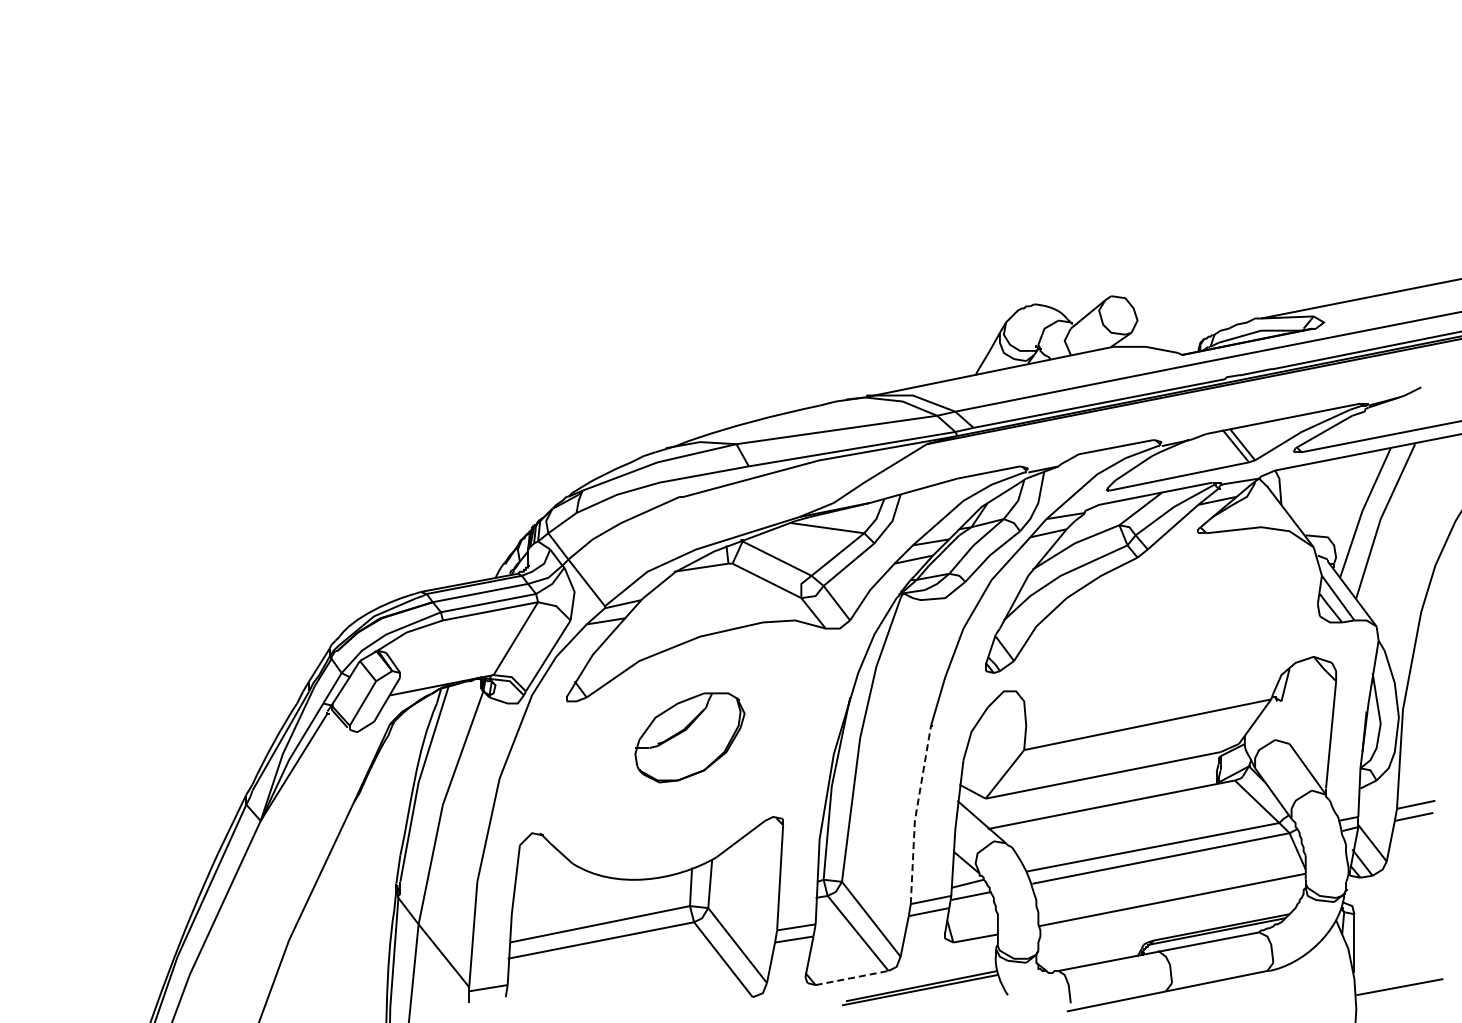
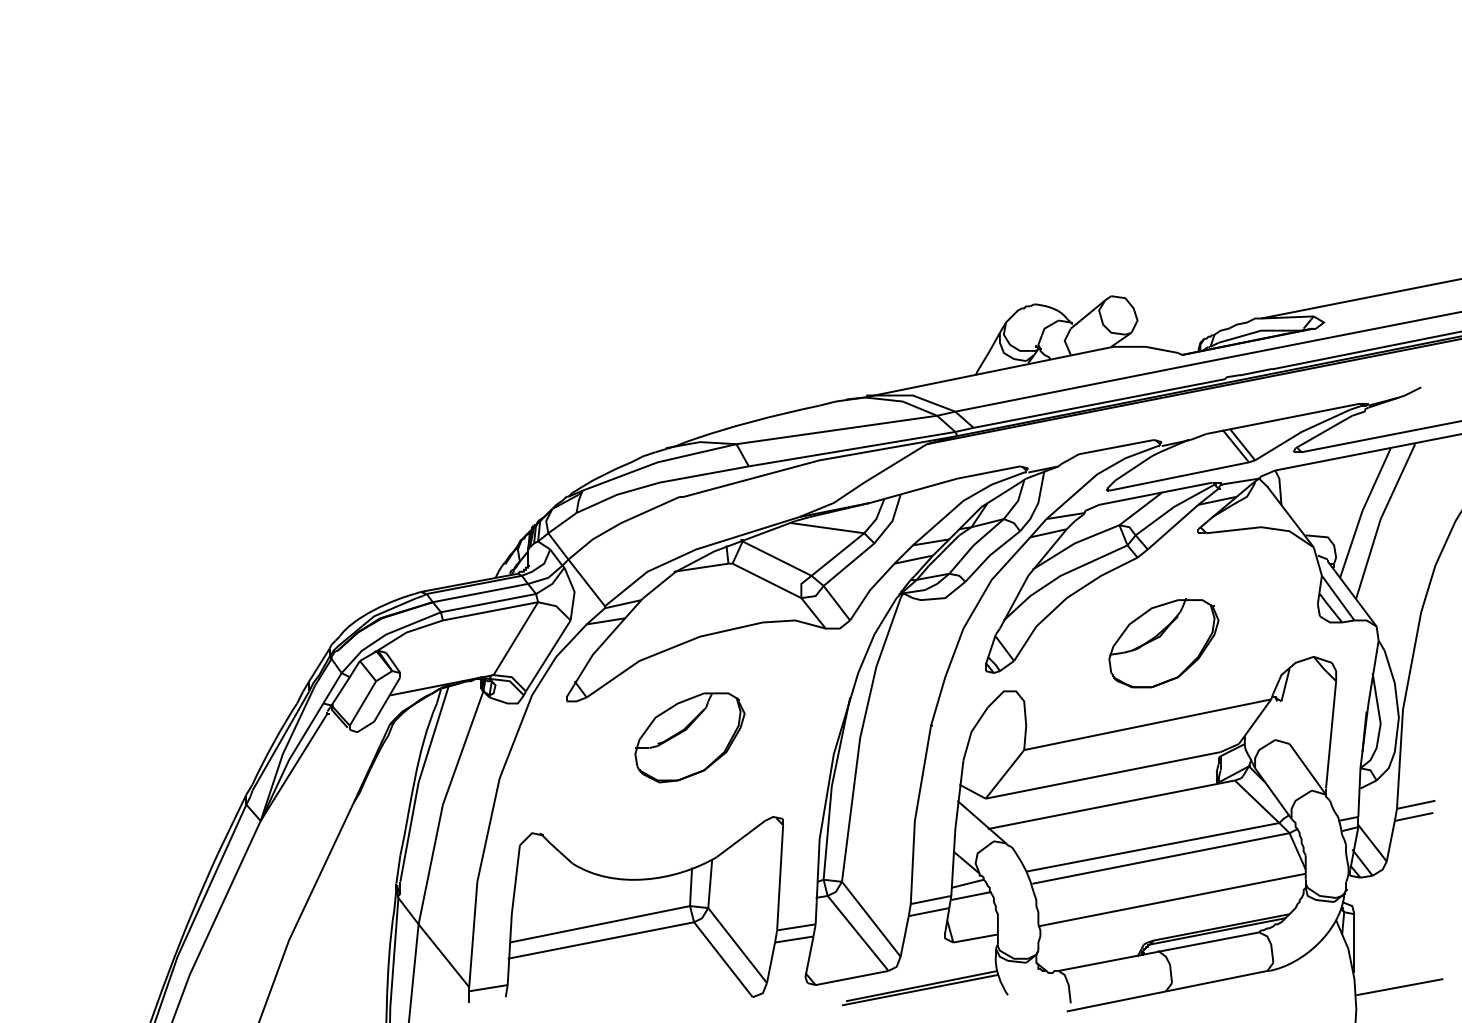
part at (1163, 643): none -> present
line at (916, 813): dashed -> solid
line at (852, 977): dashed -> solid
